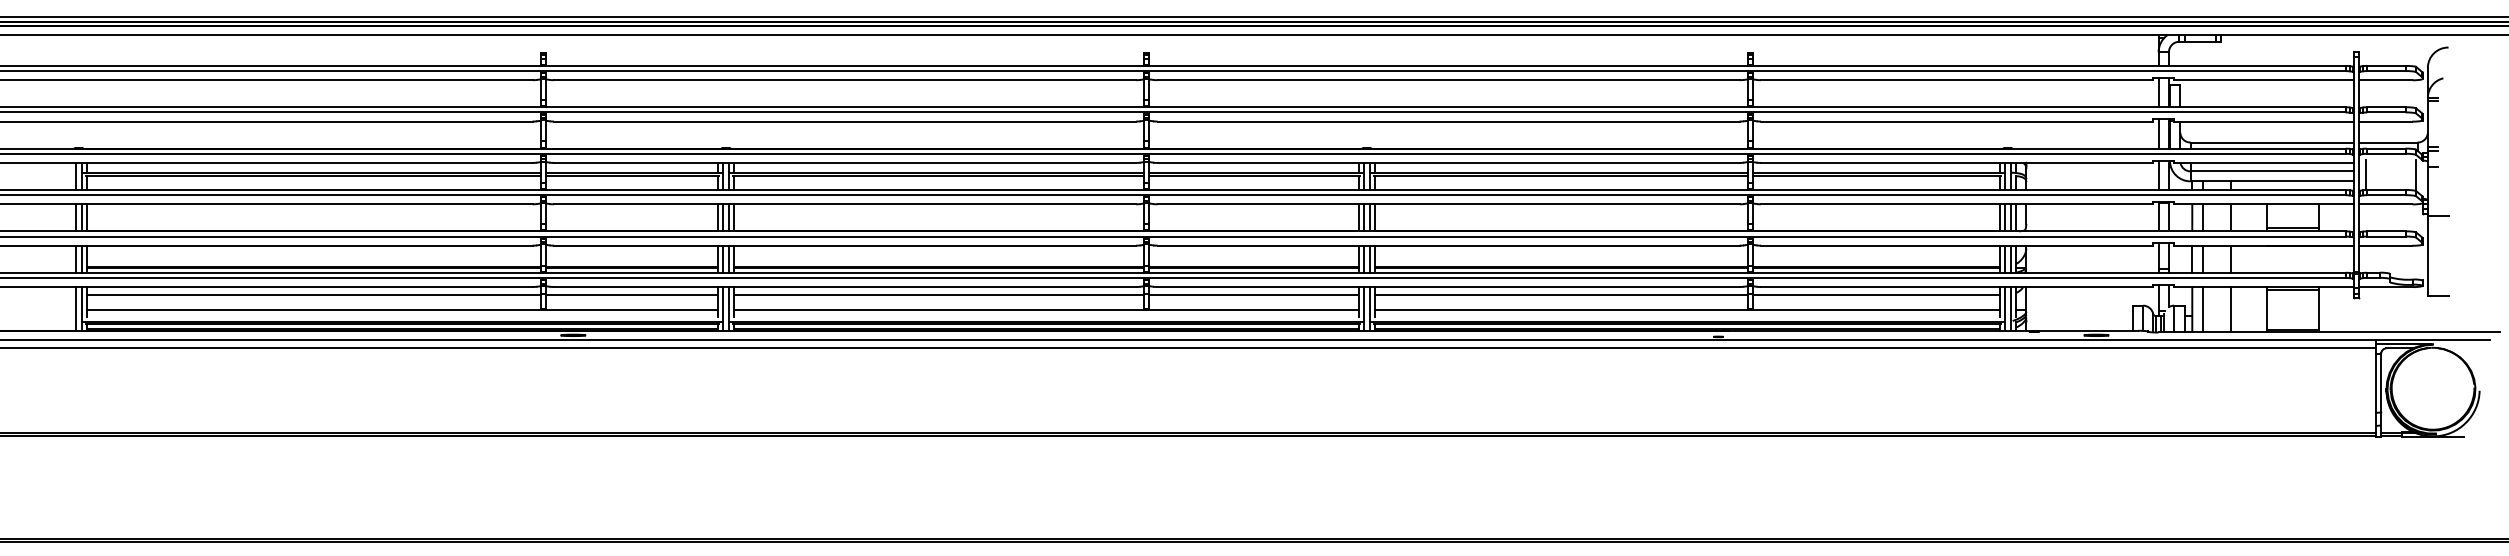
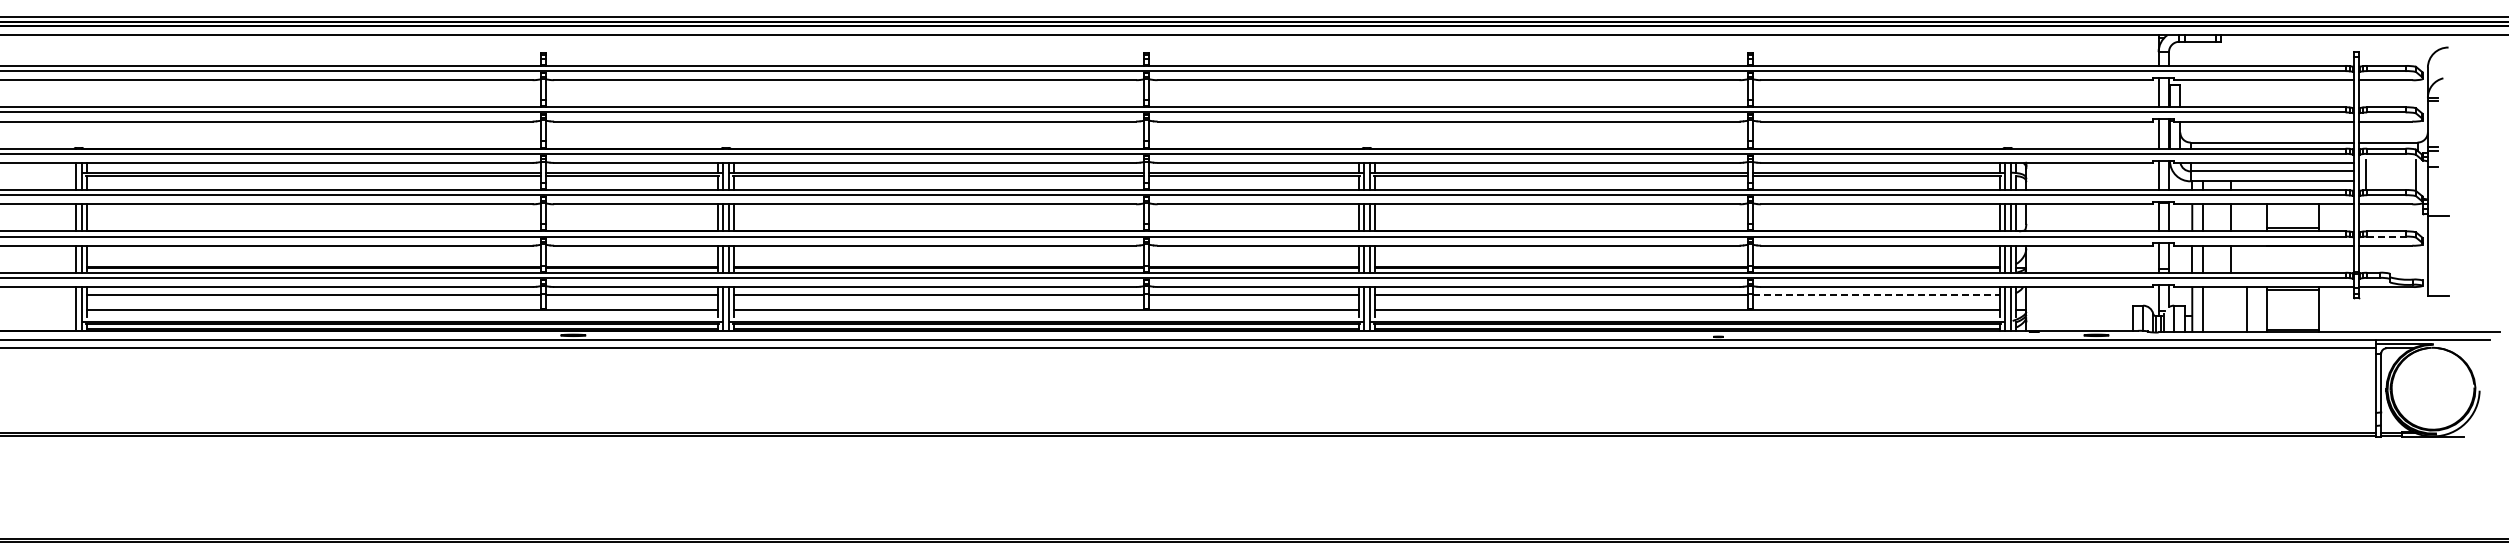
line at (2386, 236): solid -> dashed
line at (1876, 295): solid -> dashed
line at (2231, 309) position: (2231, 309) -> (2247, 309)
